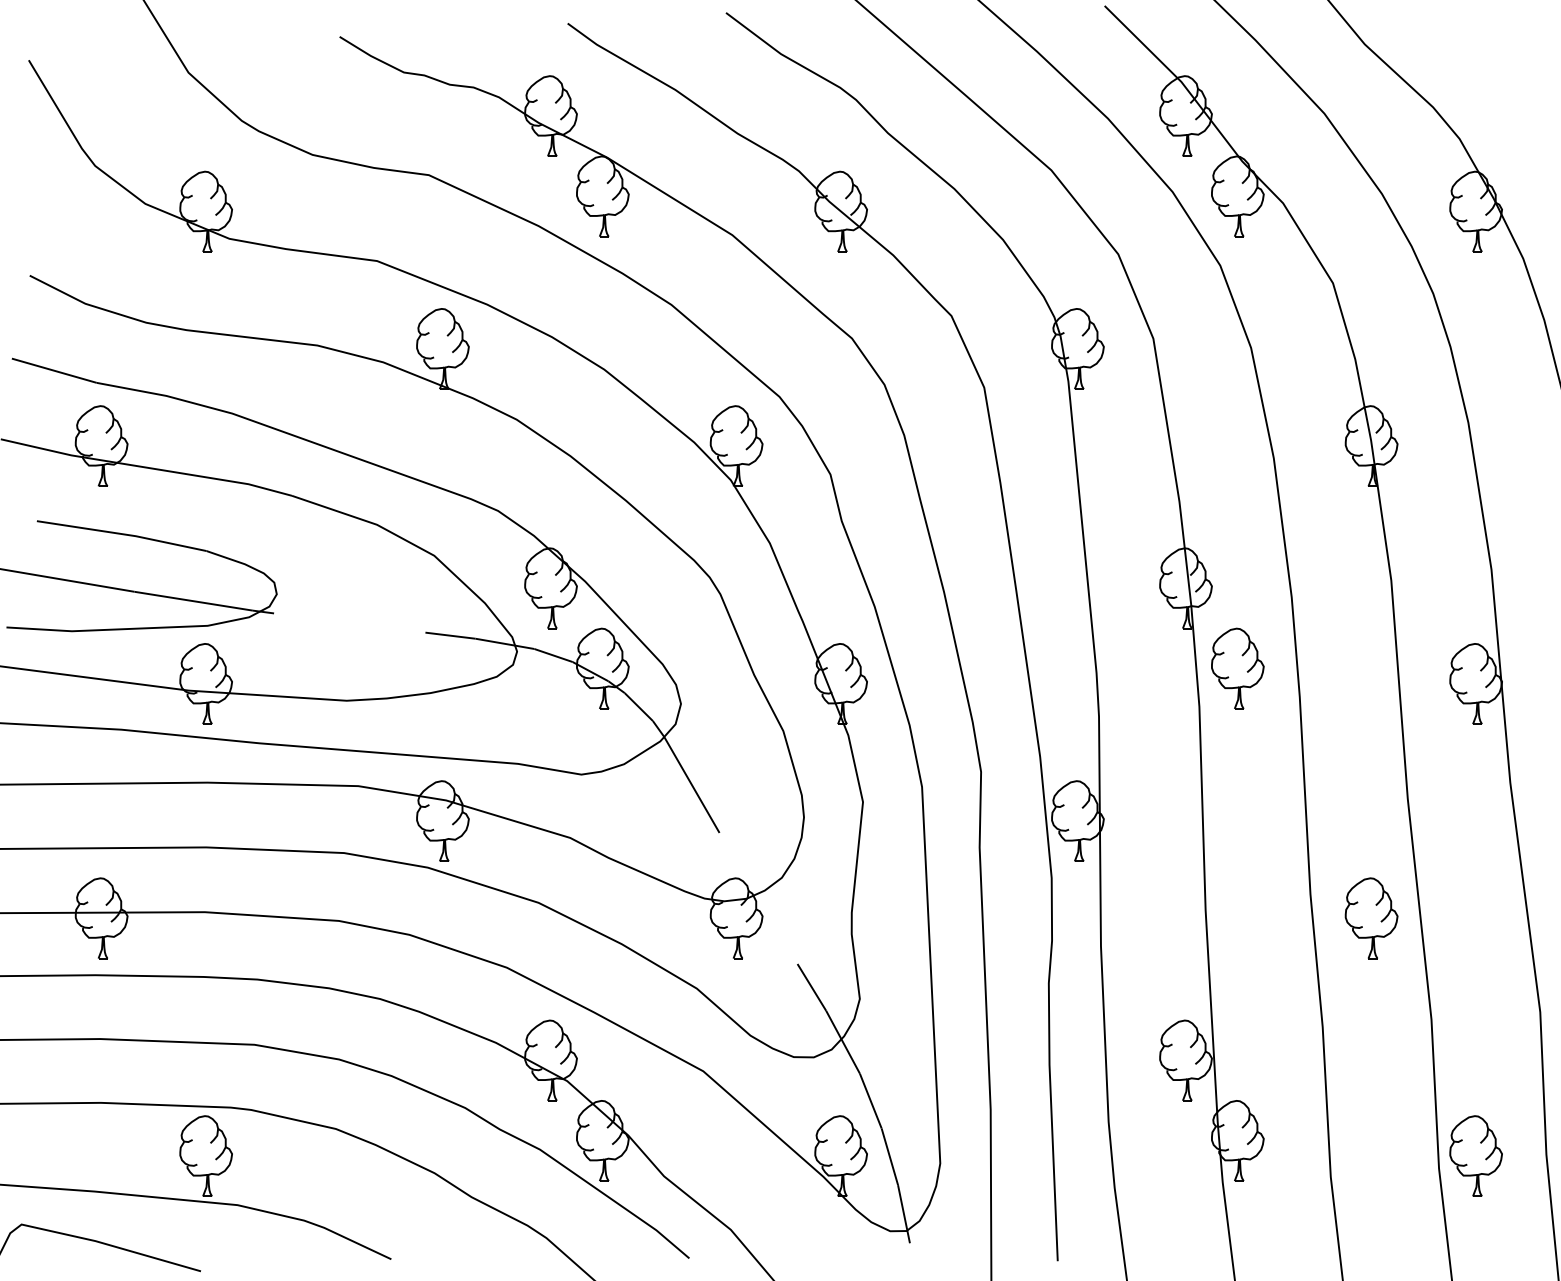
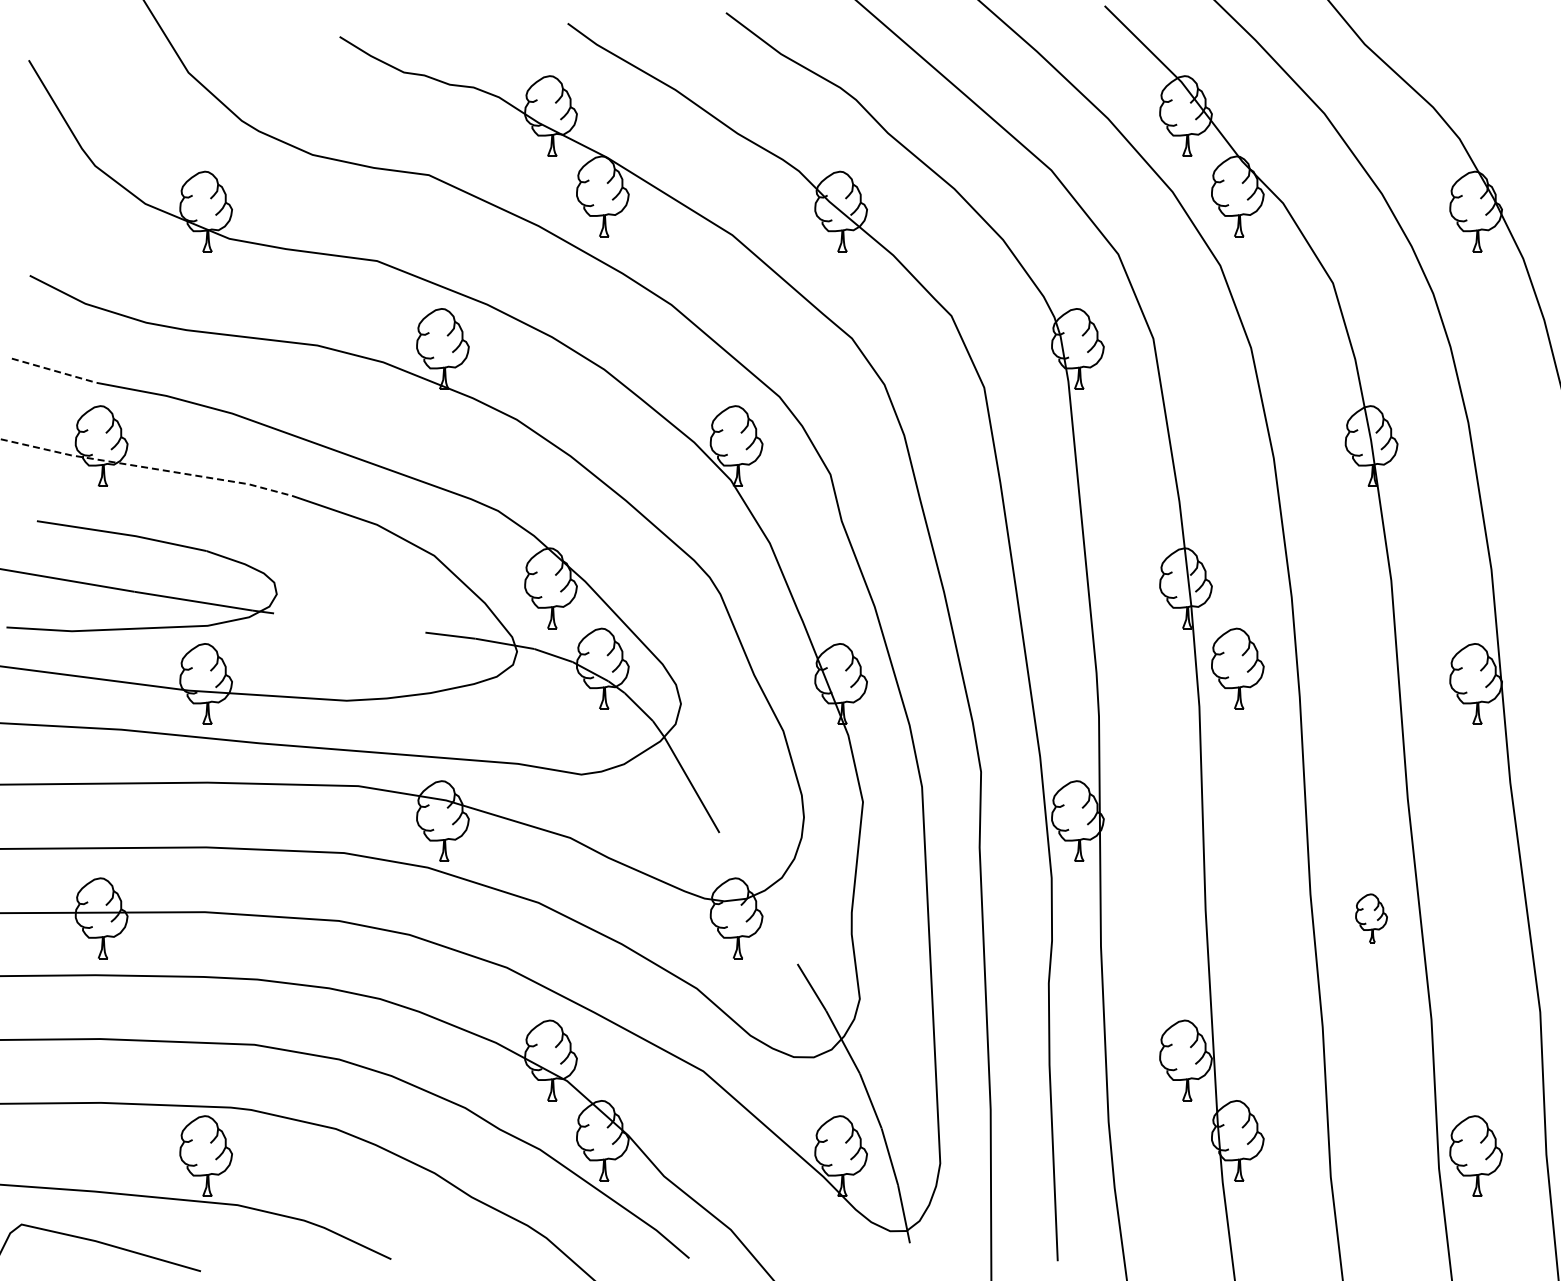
line at (54, 370): solid -> dashed
line at (146, 467): solid -> dashed
part at (1371, 918) size: 55x83 px -> 33x51 px
